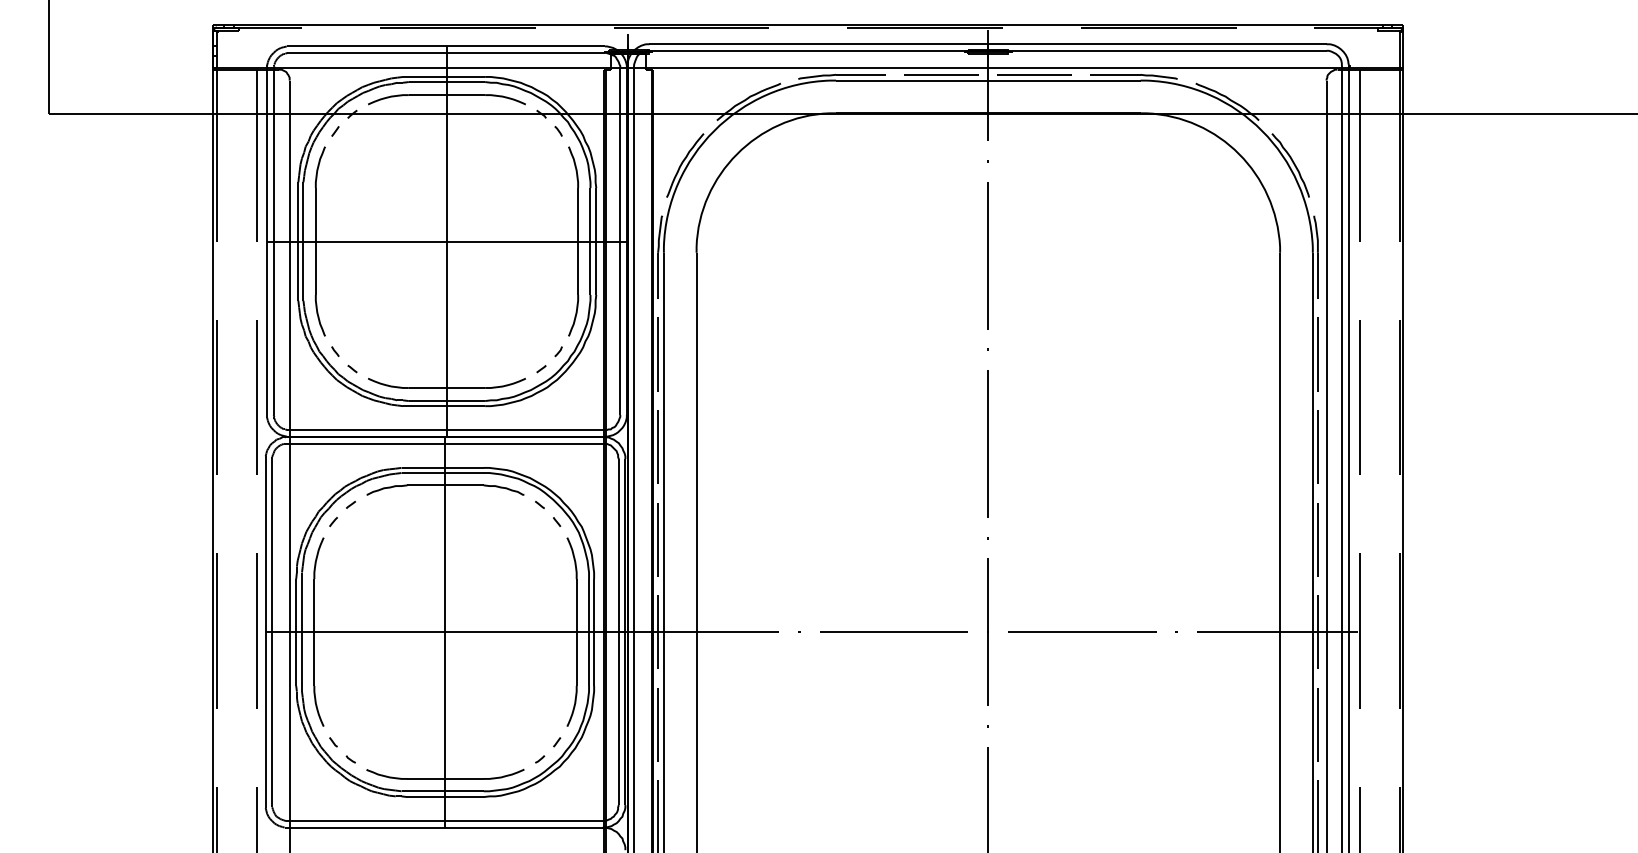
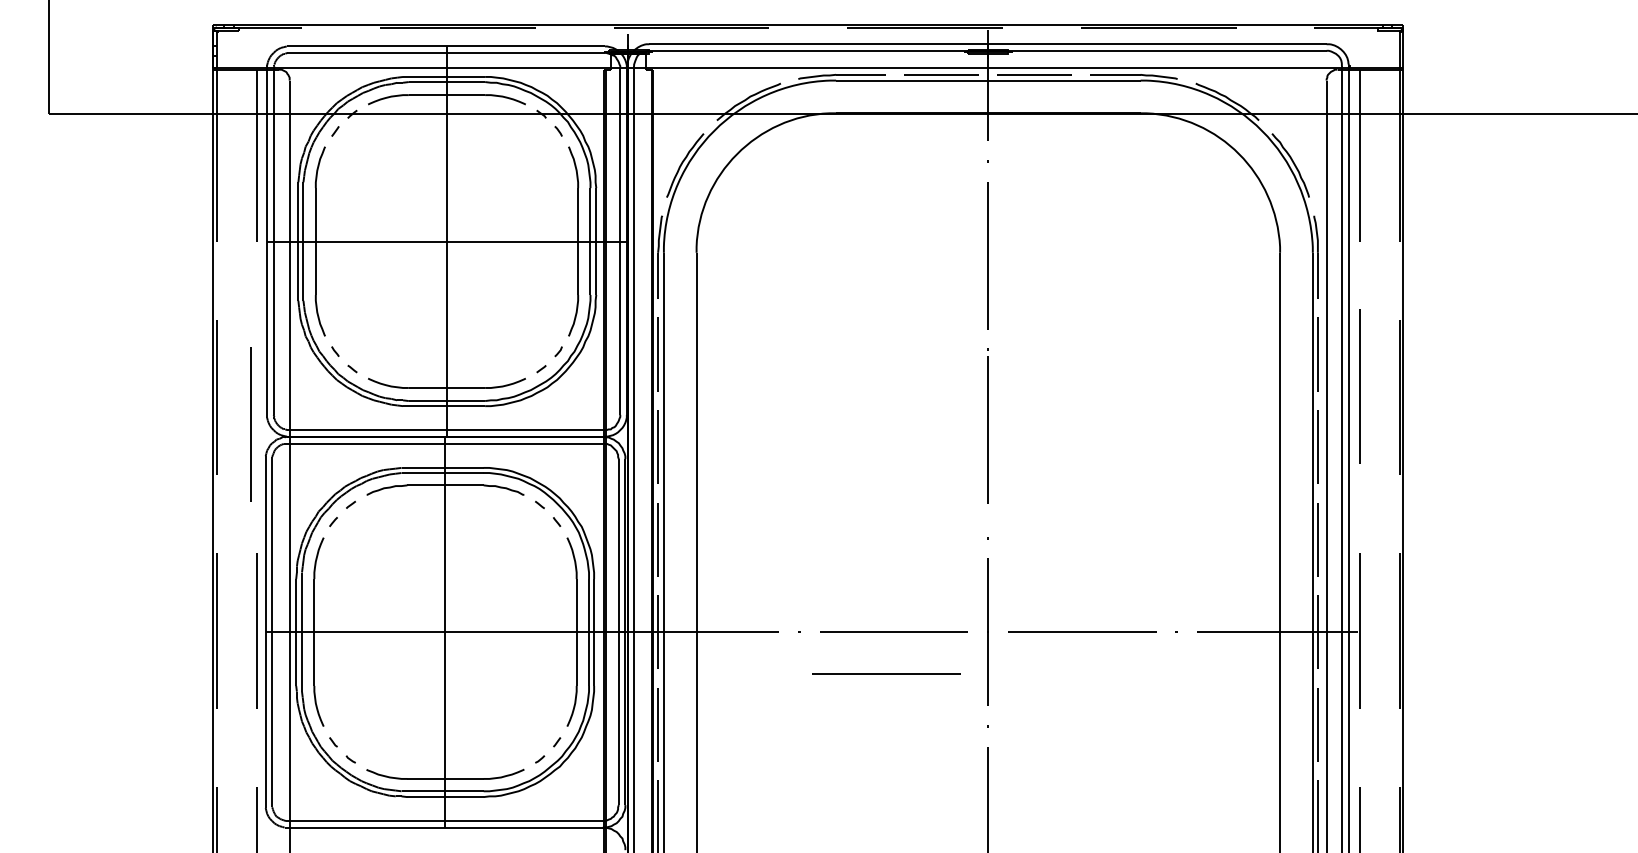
line at (256, 397) position: (256, 397) -> (250, 424)
line at (1359, 397) position: (1359, 397) -> (1359, 386)
line at (987, 443) position: (987, 443) -> (987, 429)
line at (886, 673): none -> present
